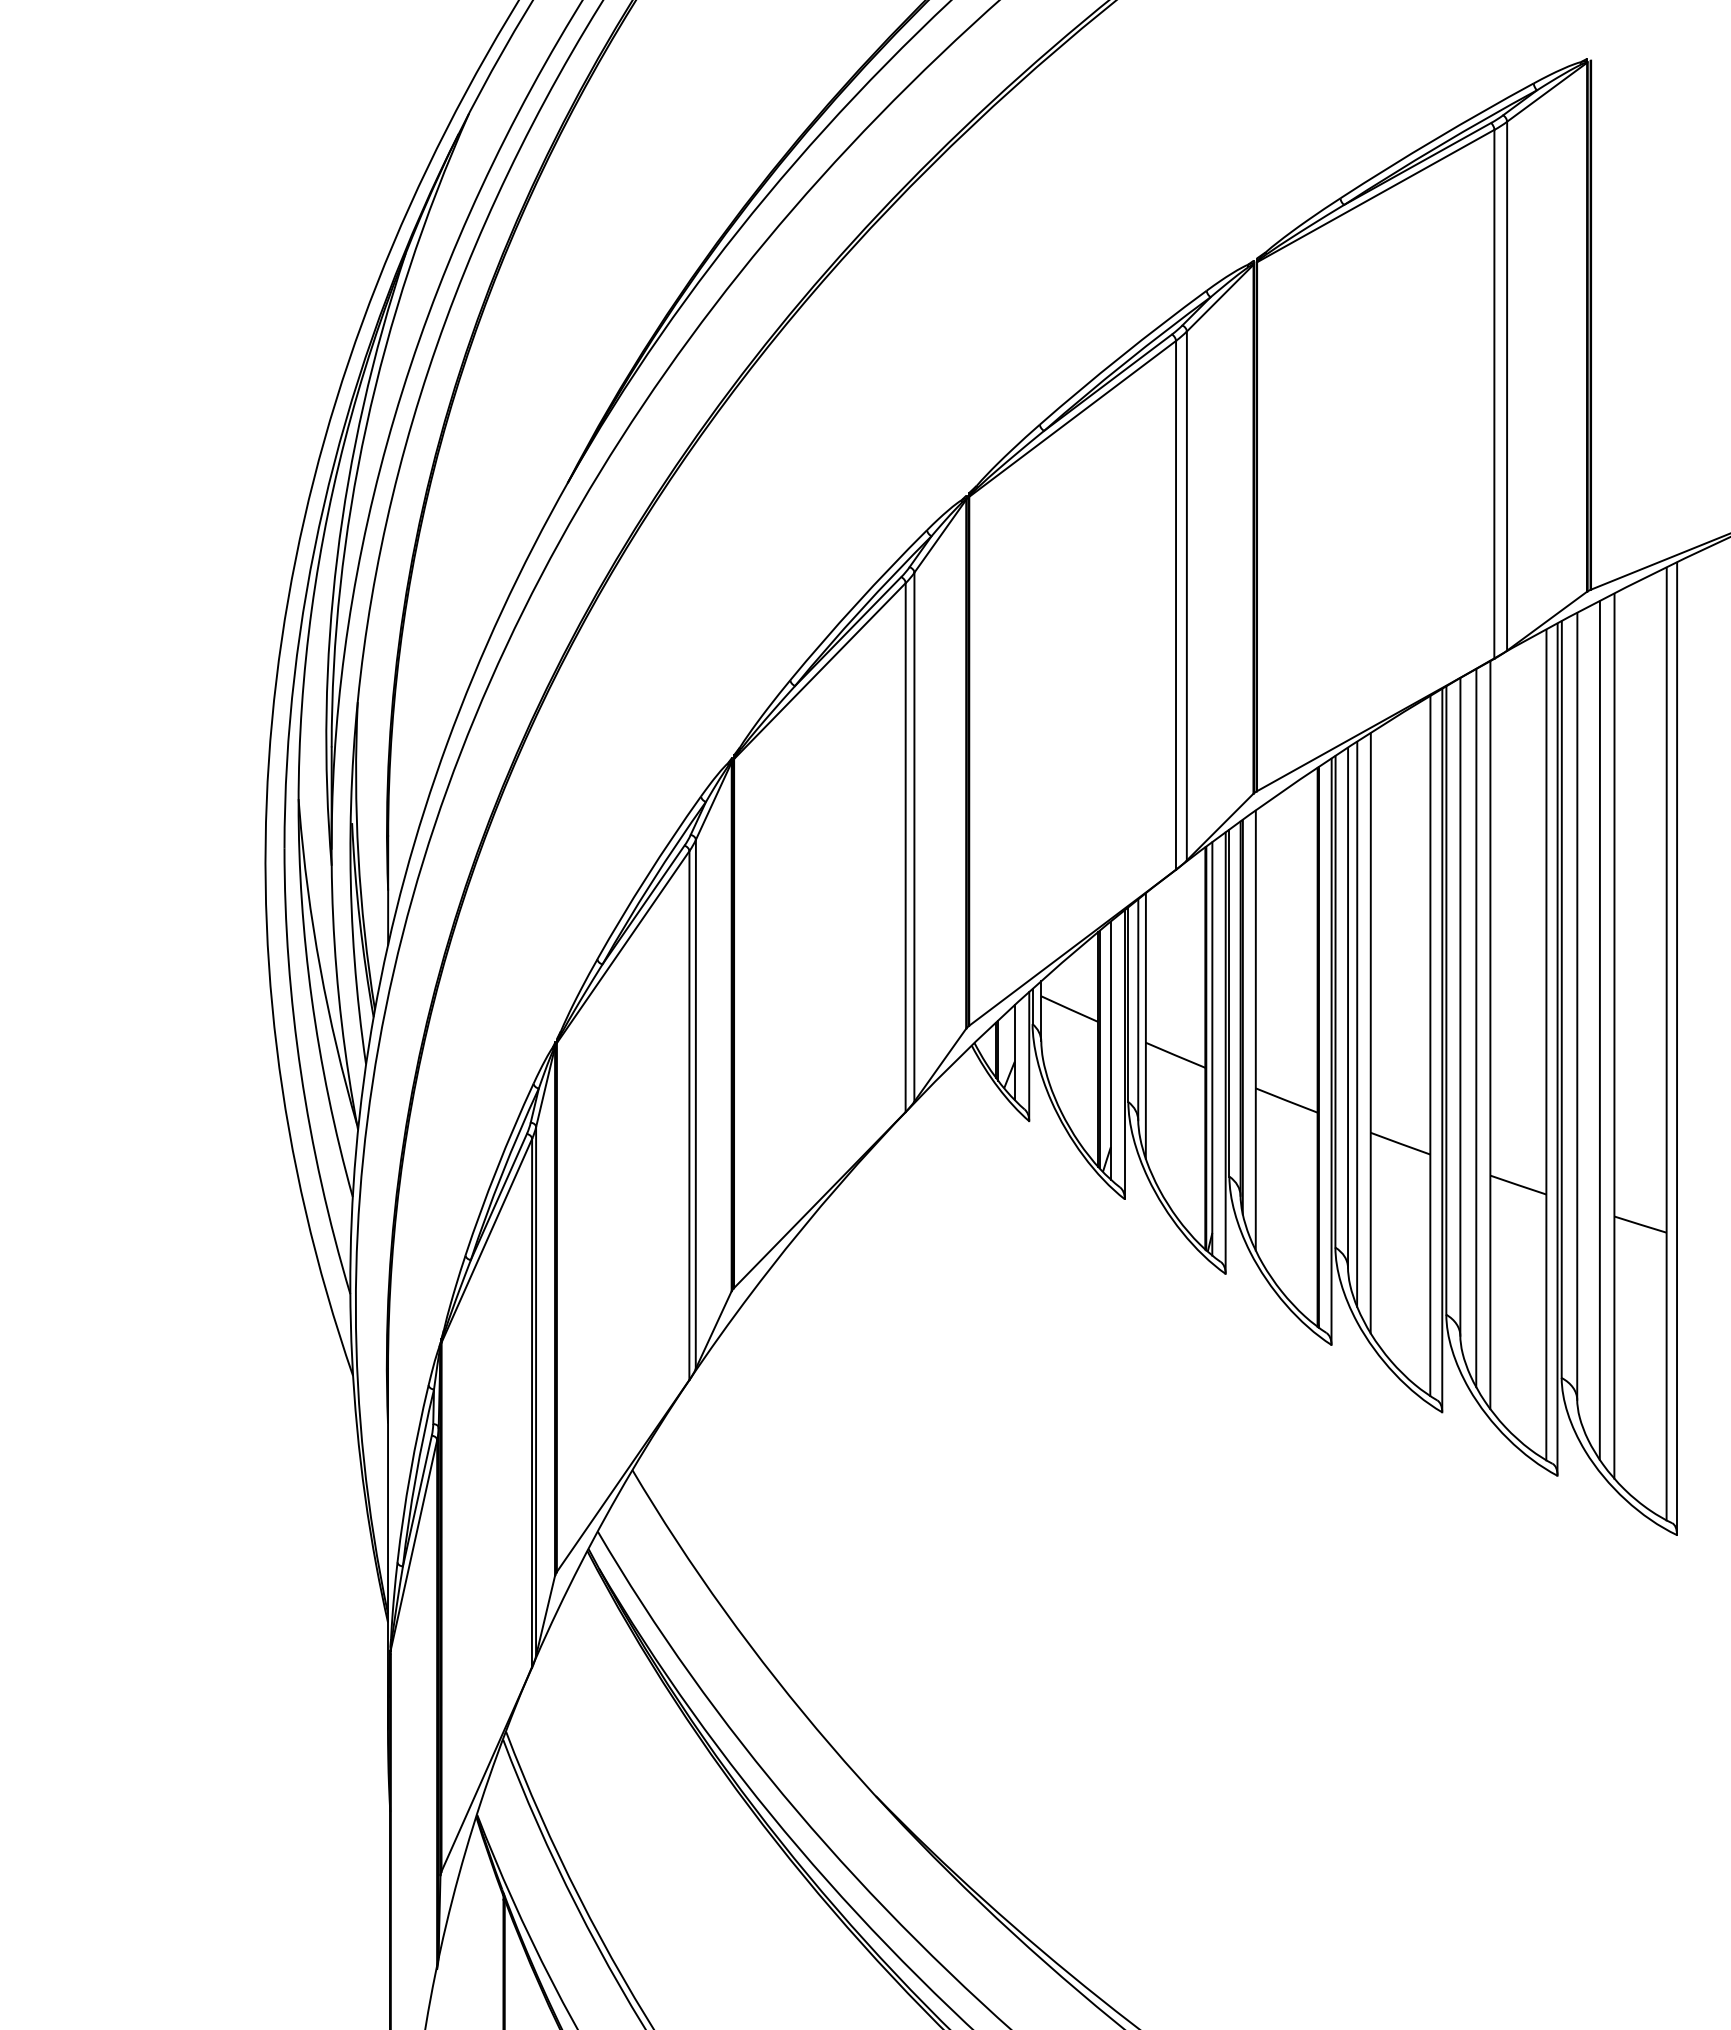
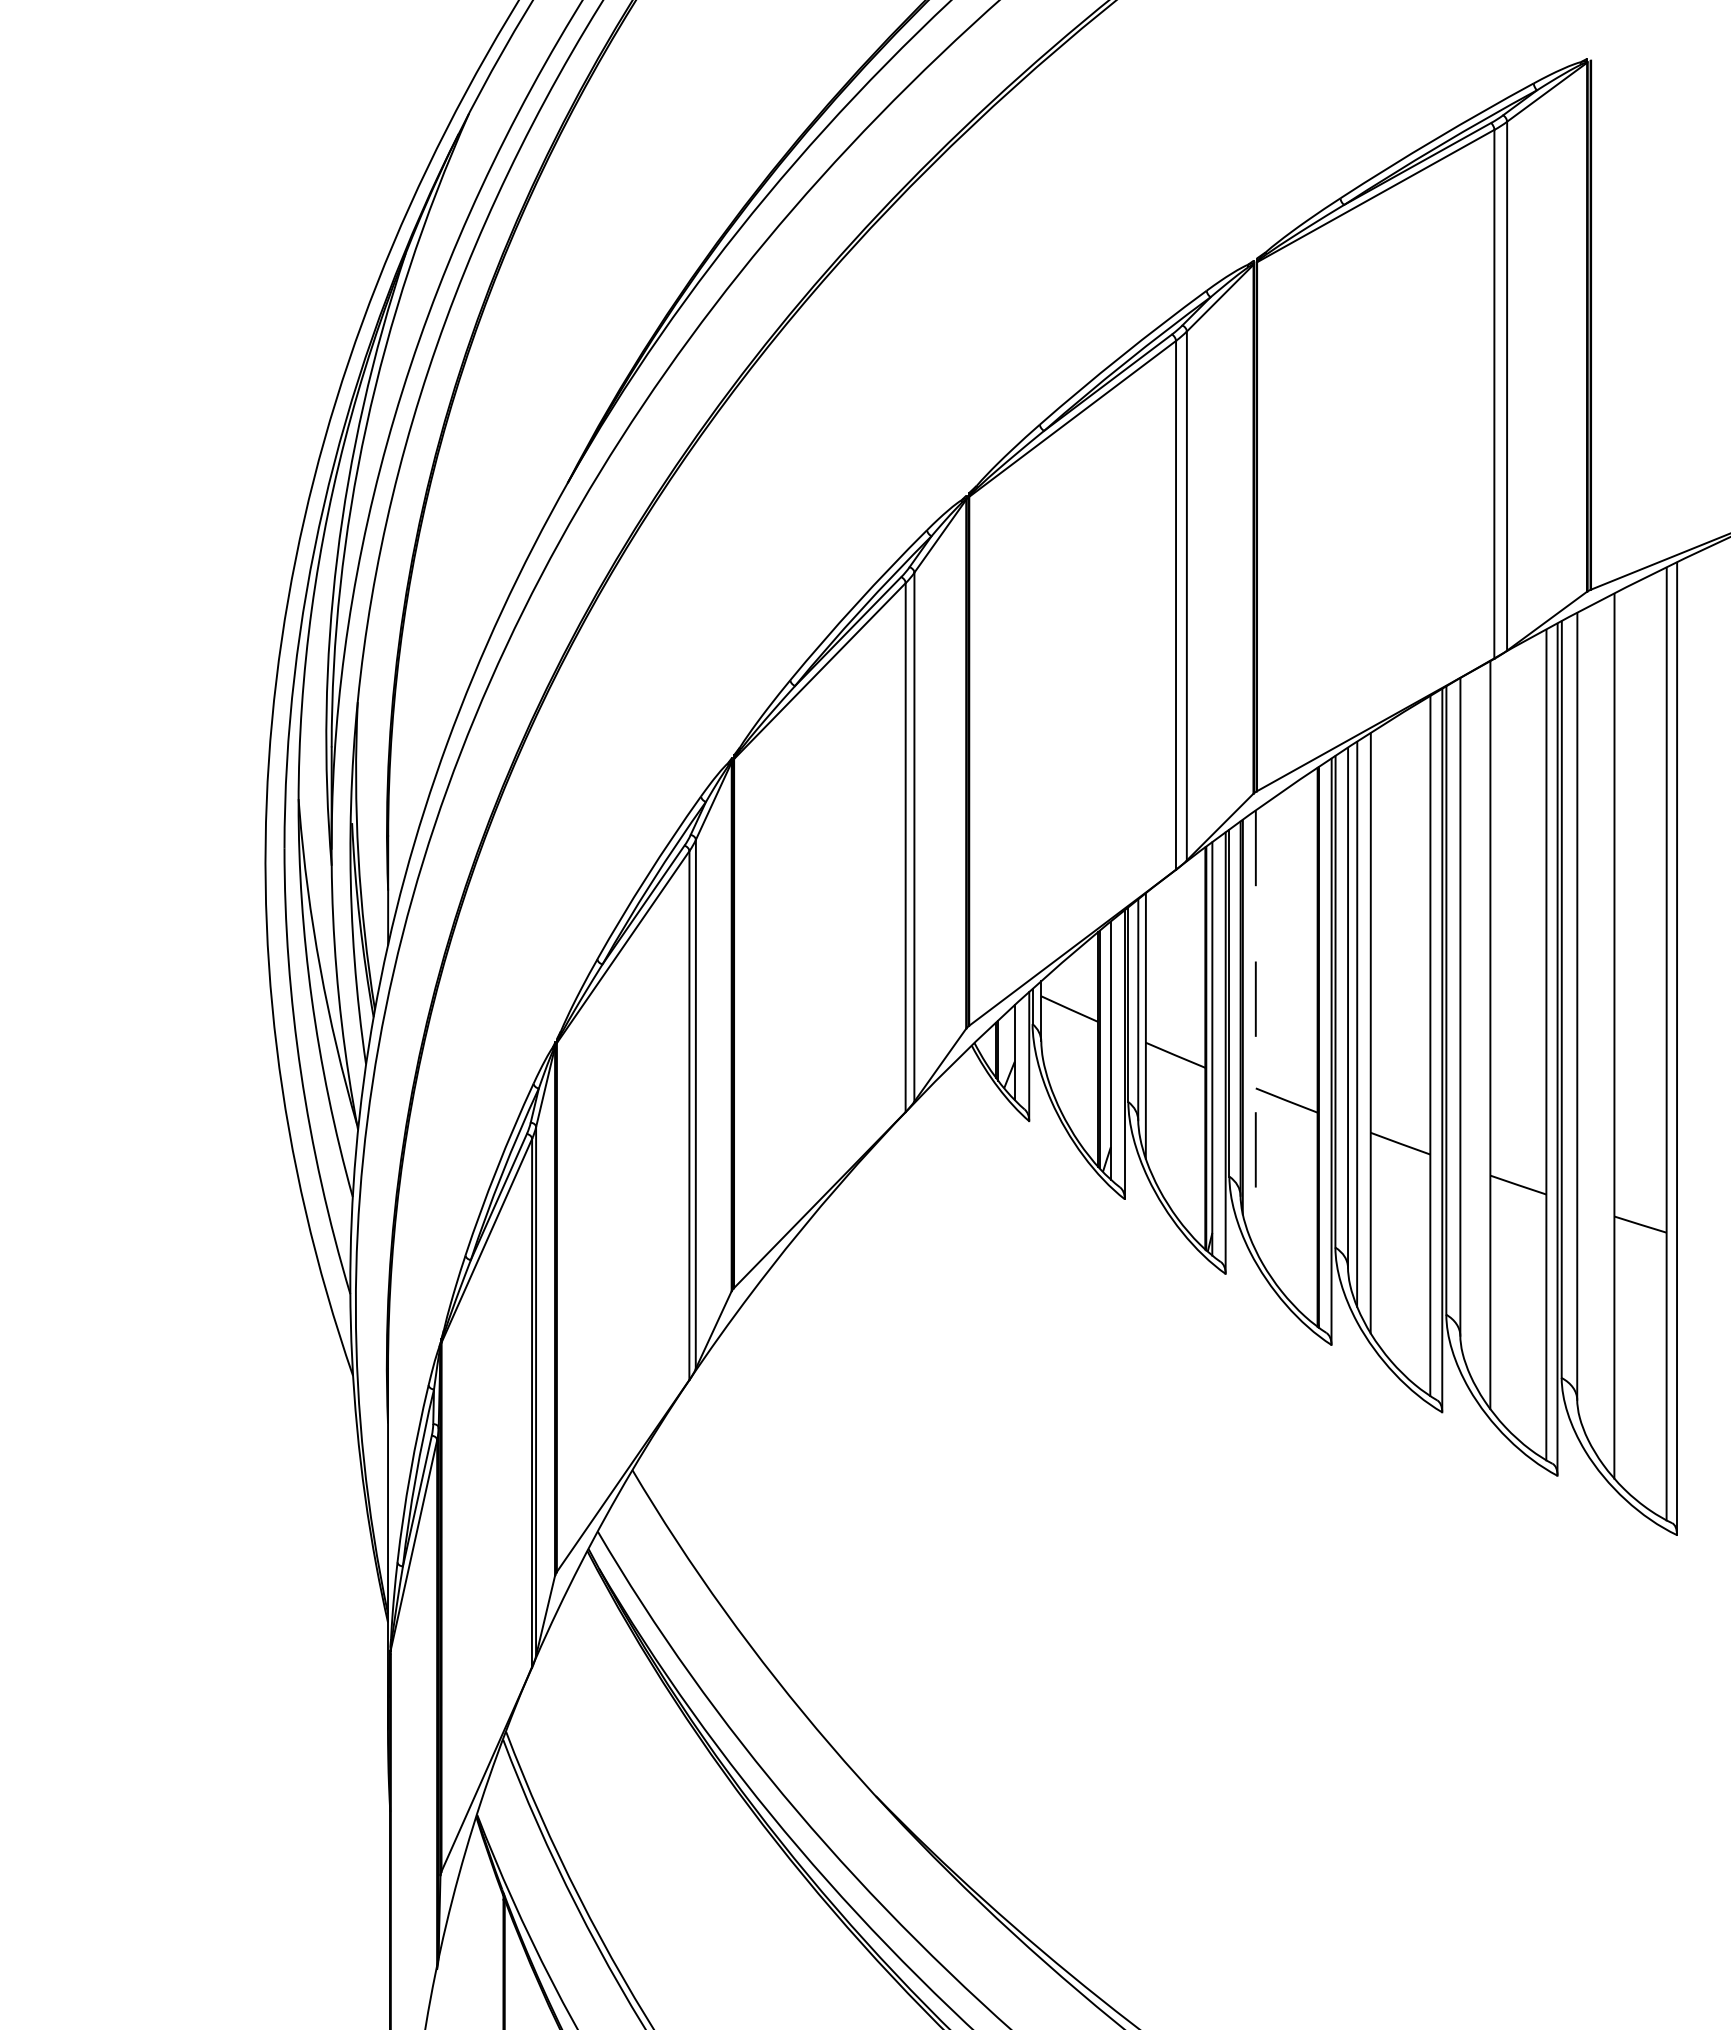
line at (1476, 1028): present -> none
line at (1255, 1030): solid -> dashed
line at (1599, 1030): present -> none
